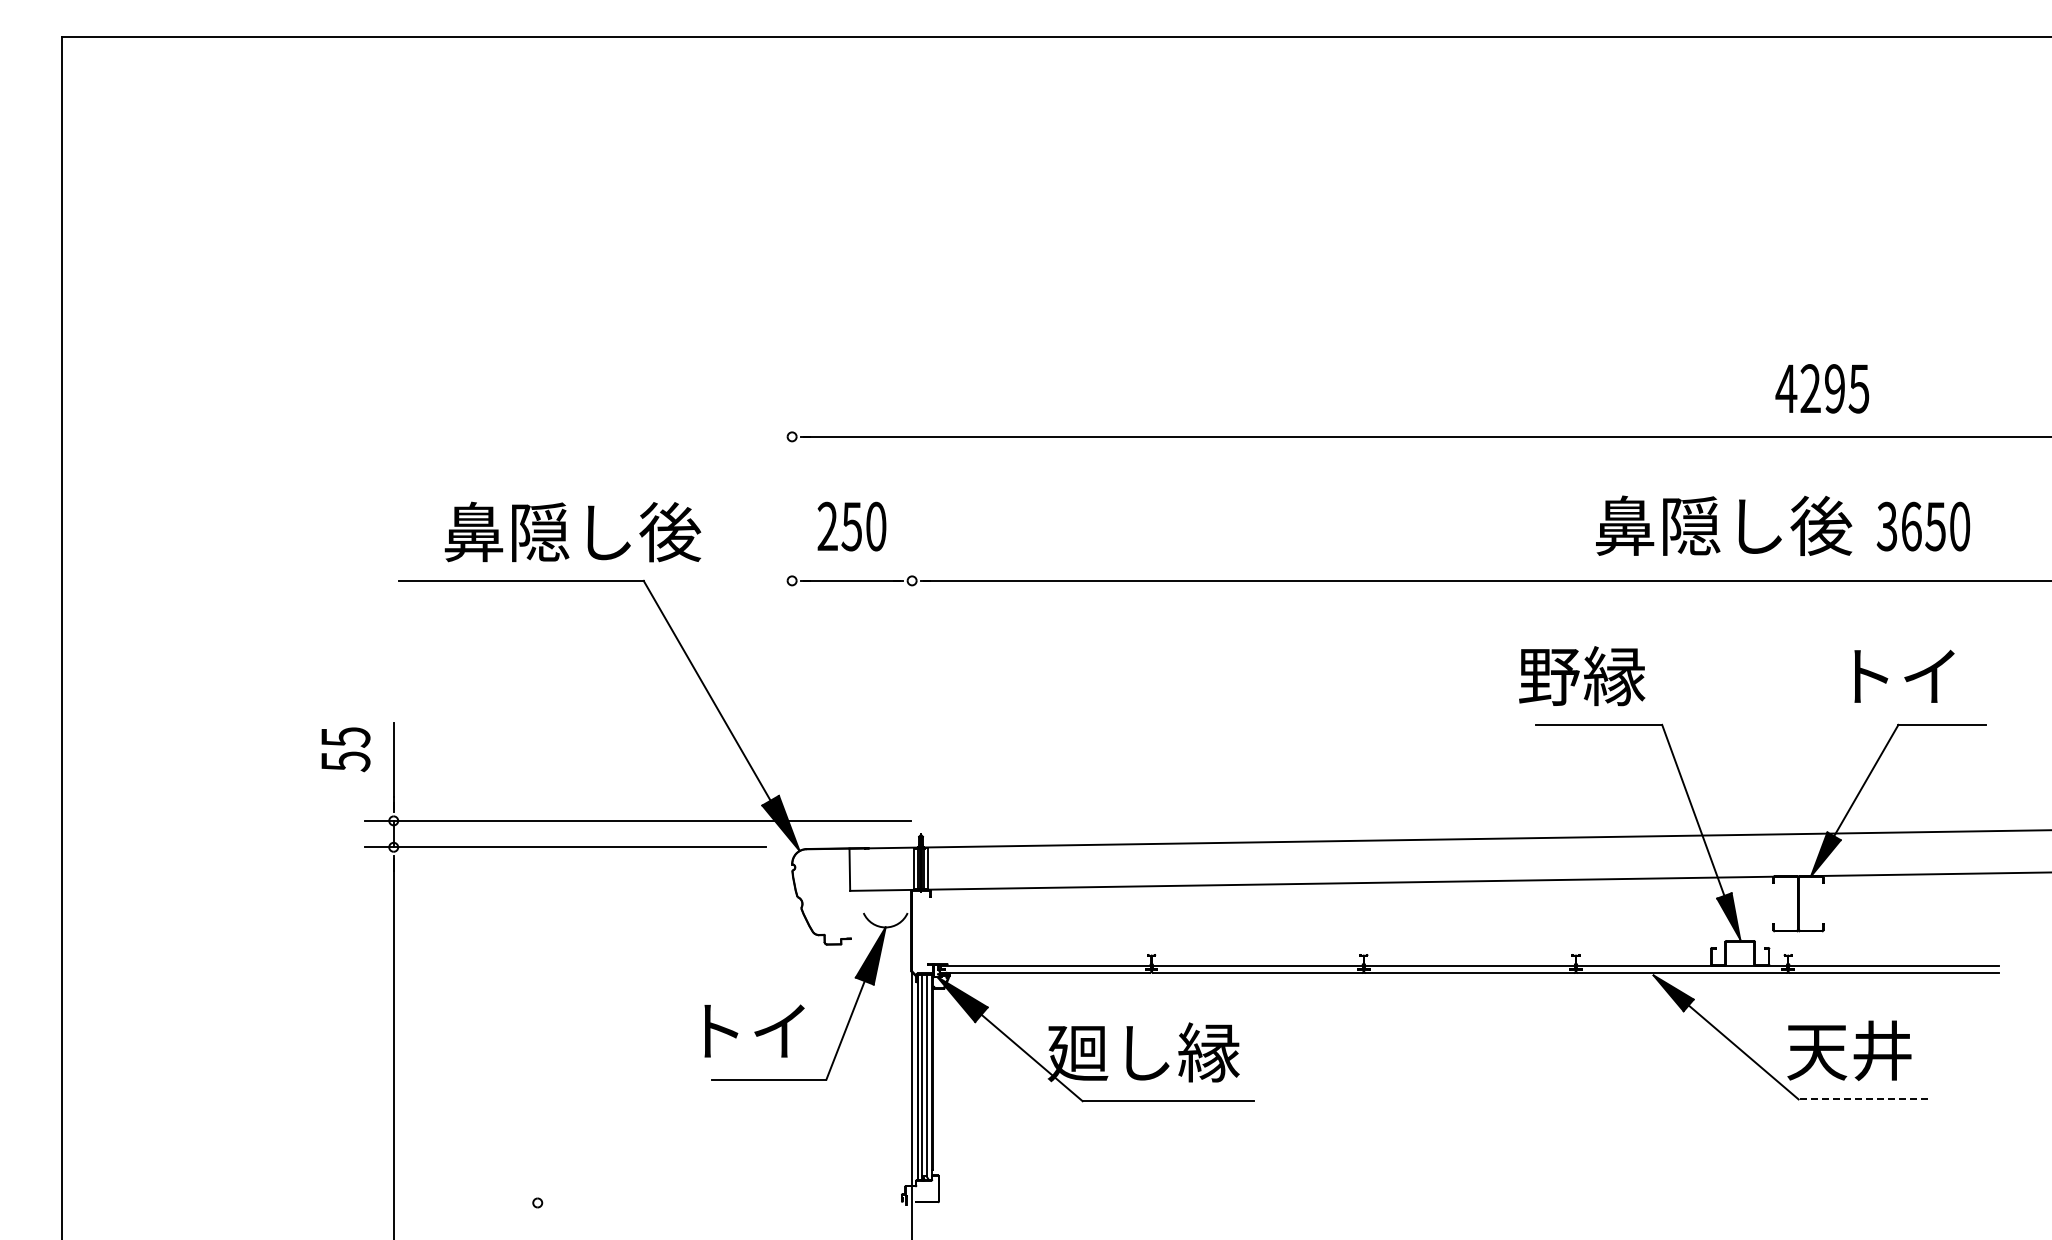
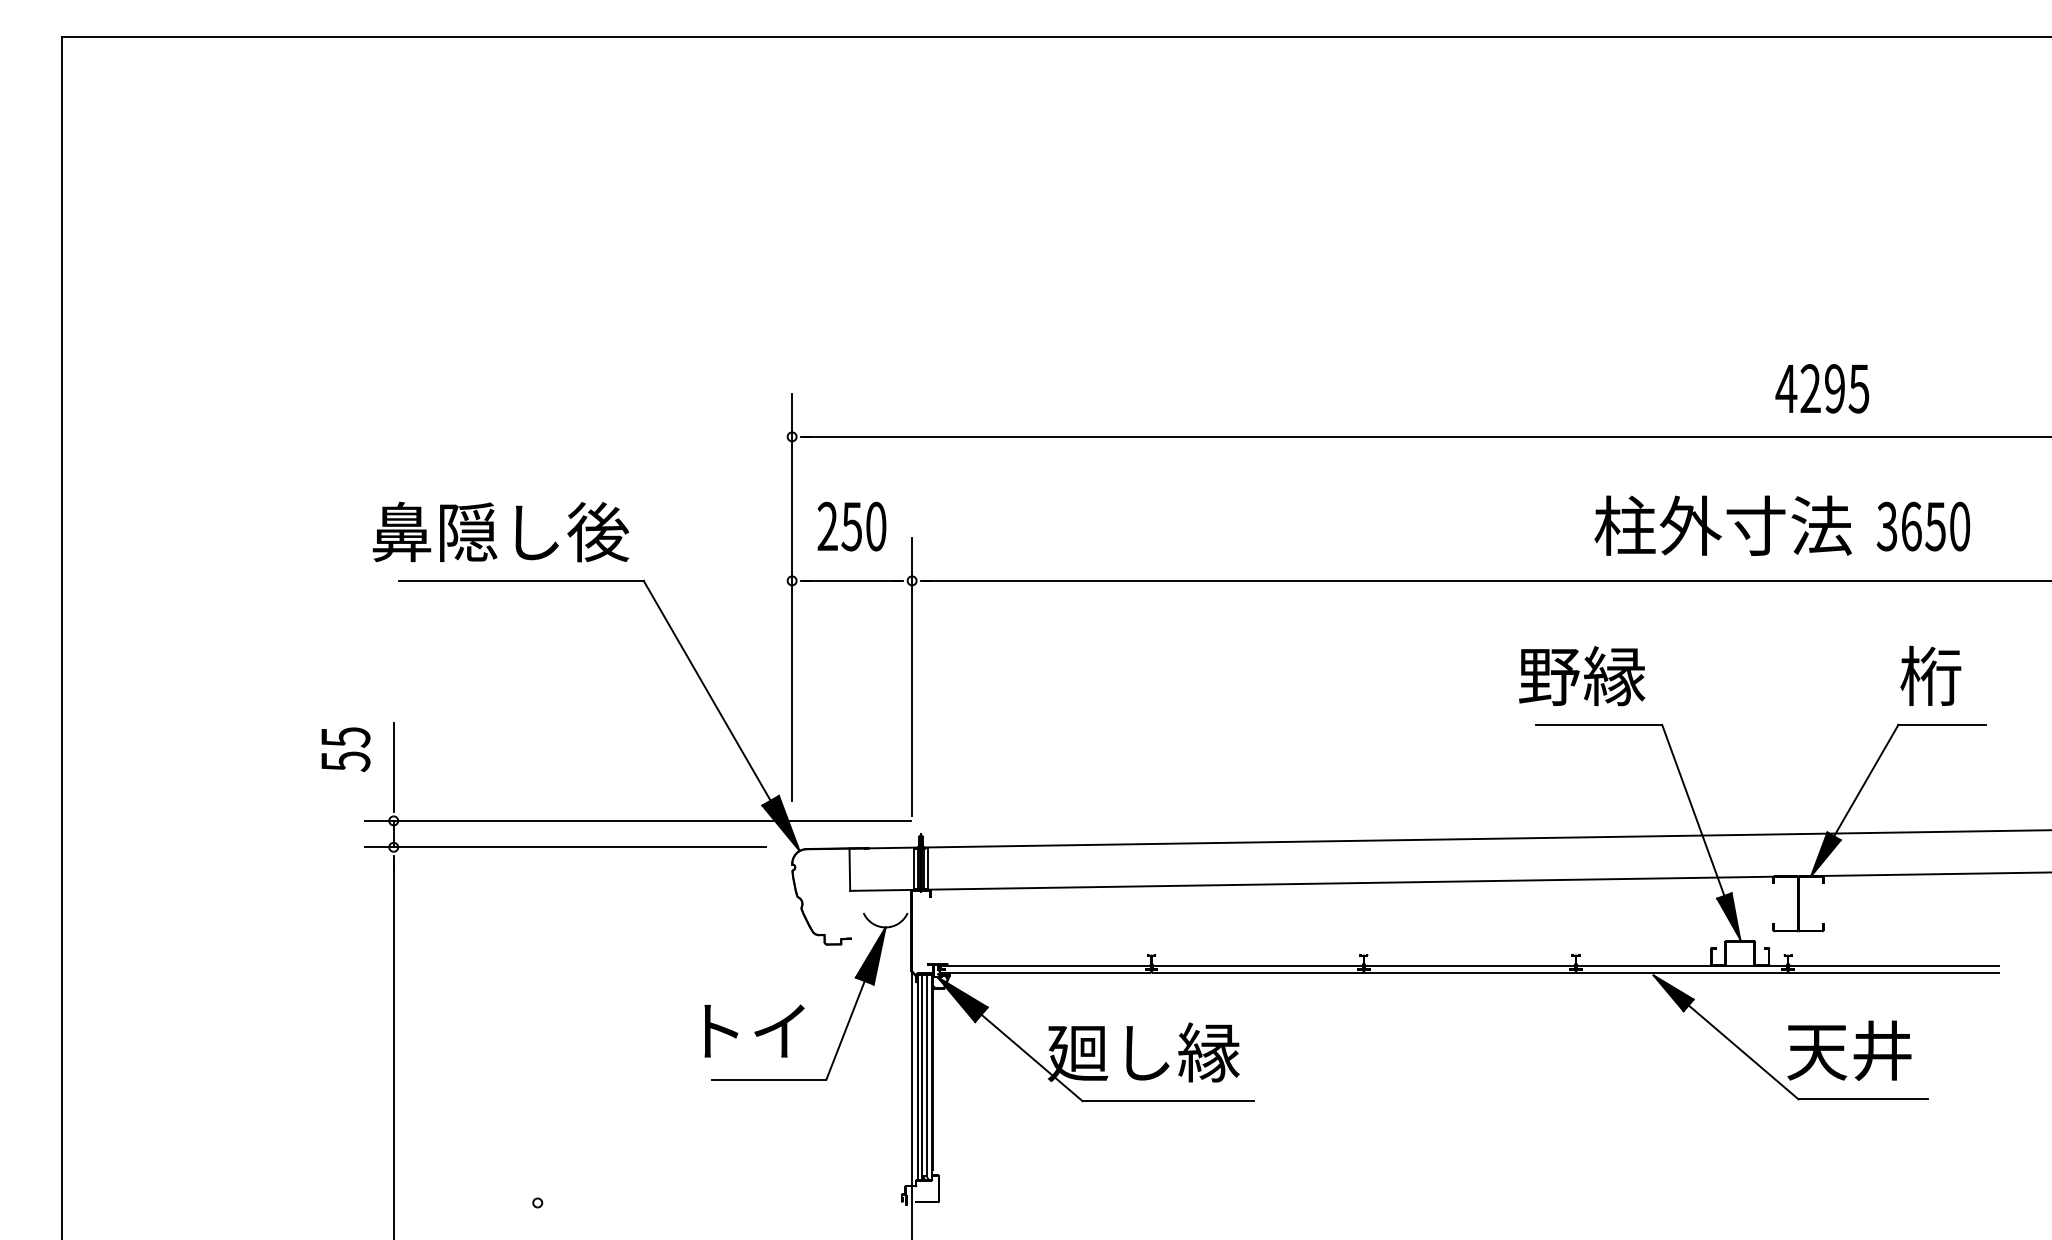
text at (1723, 525): 鼻隠し後 -> 柱外寸法
text at (572, 531) position: (572, 531) -> (500, 531)
line at (792, 597): none -> present
text at (1907, 675): トイ -> 桁
line at (912, 676): none -> present
line at (1863, 1099): dashed -> solid
